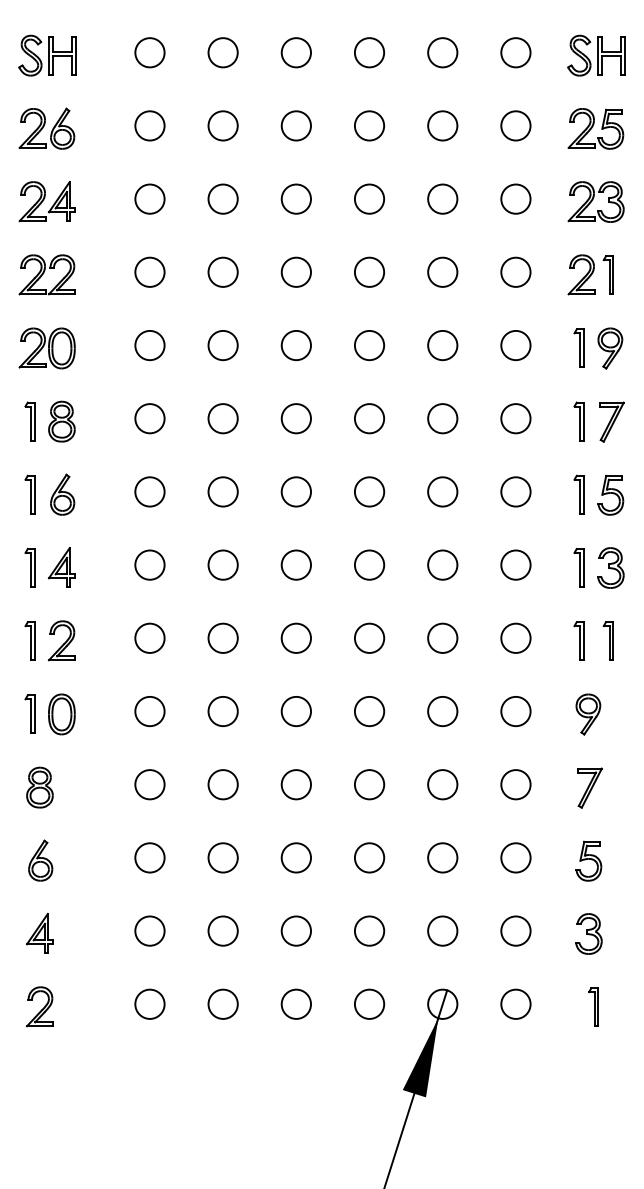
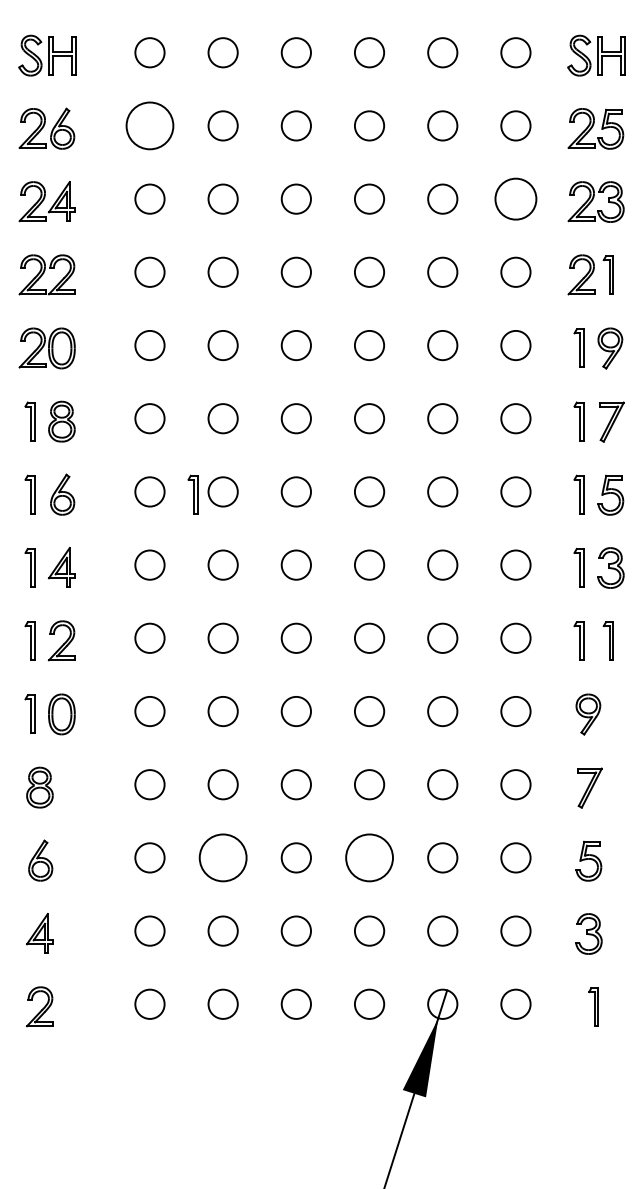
circle at (149, 125) diameter: 29 px -> 47 px
circle at (515, 198) diameter: 29 px -> 41 px
part at (192, 494): none -> present
circle at (222, 857) diameter: 29 px -> 47 px
circle at (369, 857) diameter: 29 px -> 47 px
